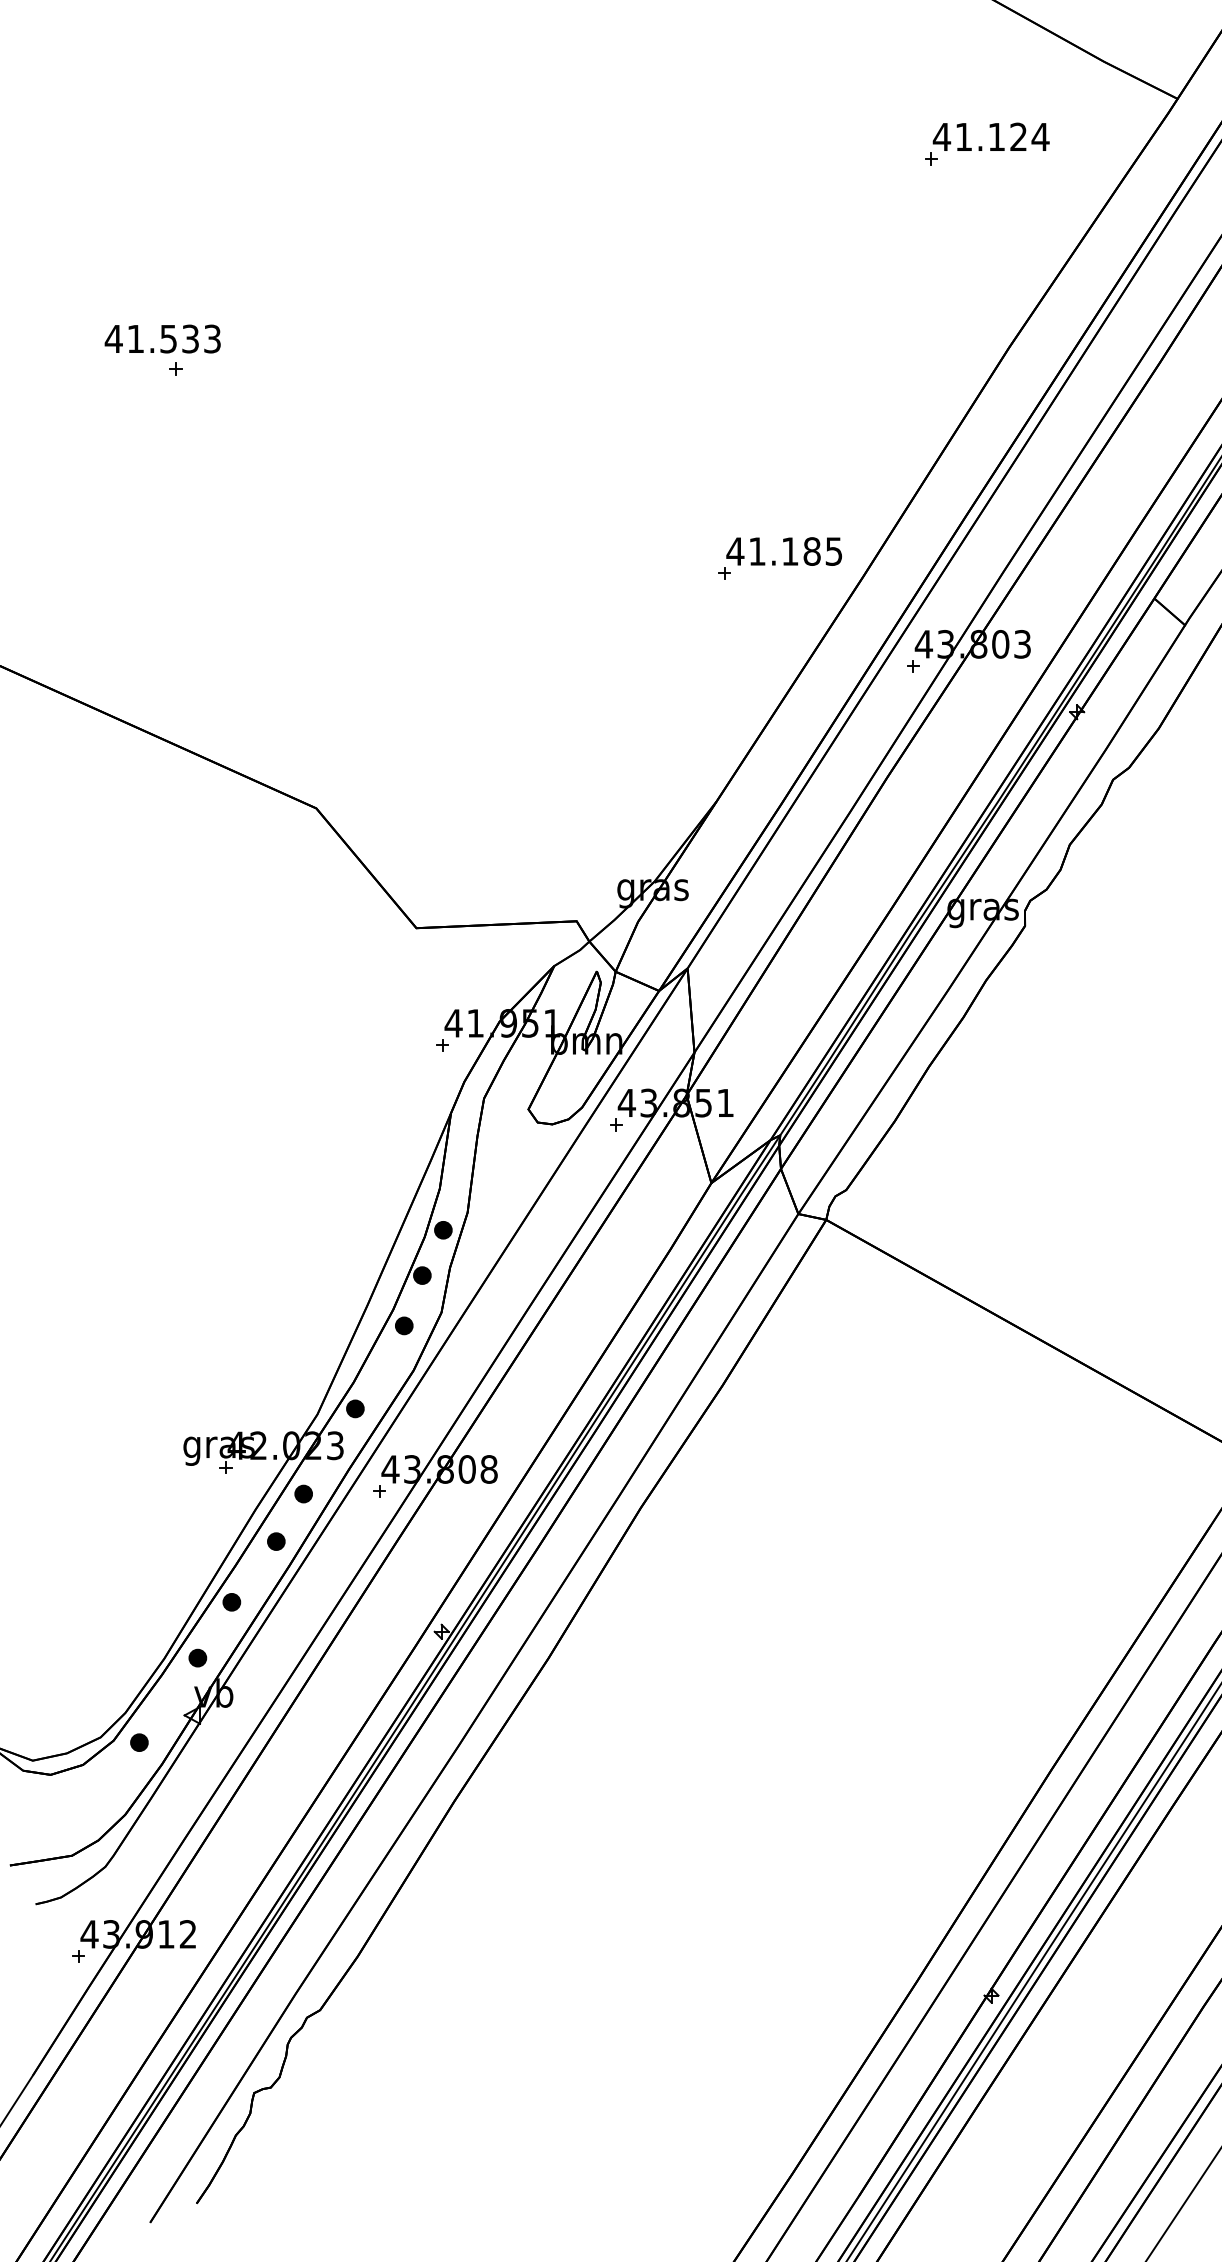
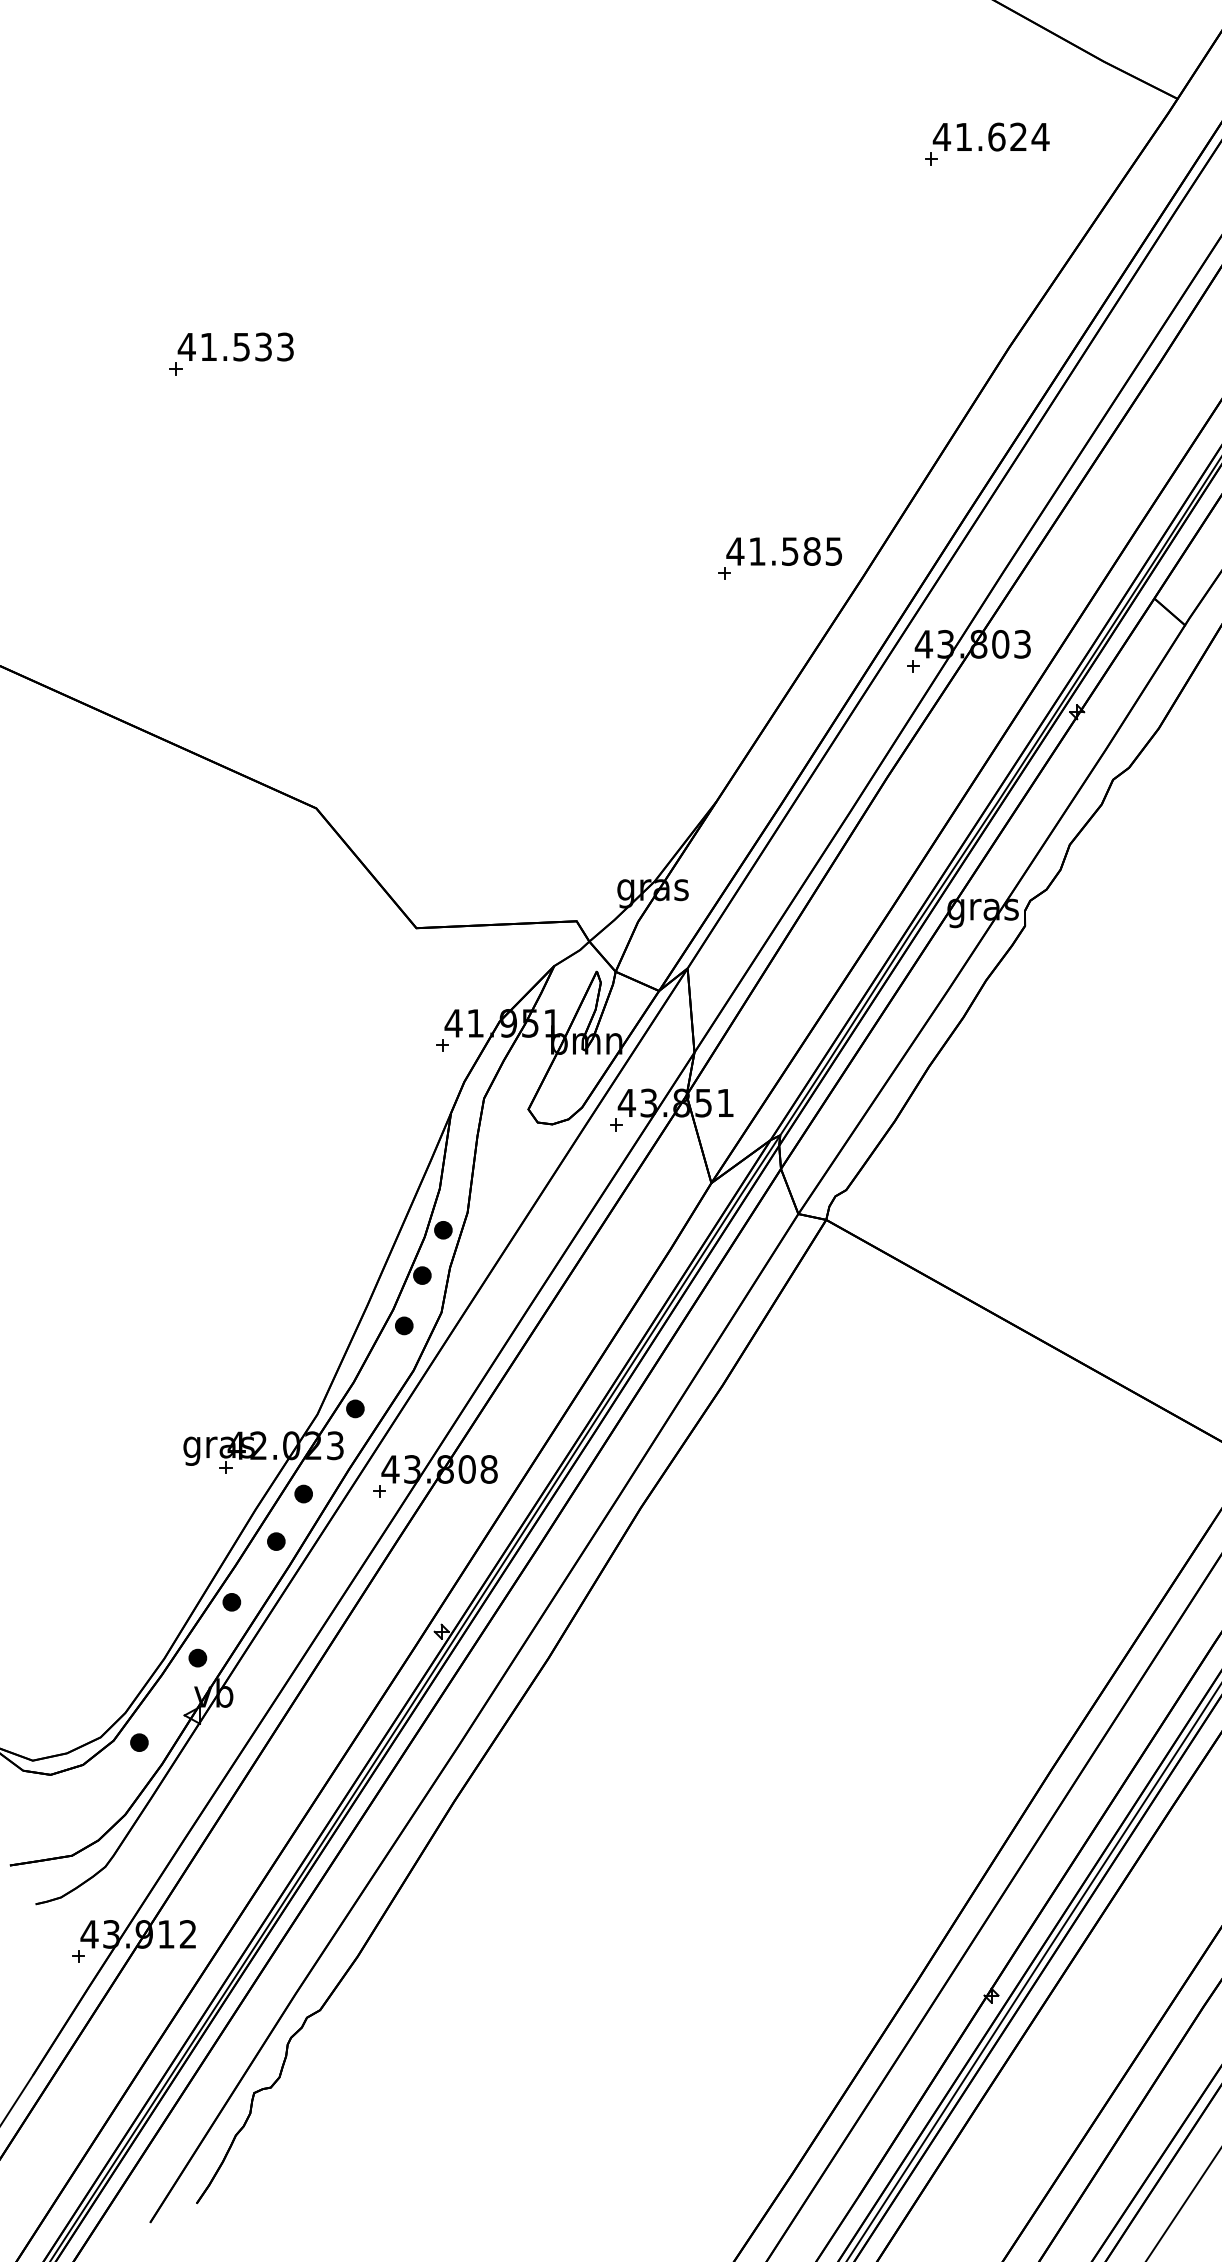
text at (996, 136): 41.124 -> 41.624
text at (162, 338) position: (162, 338) -> (235, 346)
text at (790, 551): 41.185 -> 41.585
